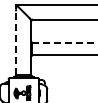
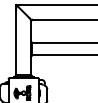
line at (16, 40): dashed -> solid
line at (65, 42): dashed -> solid
